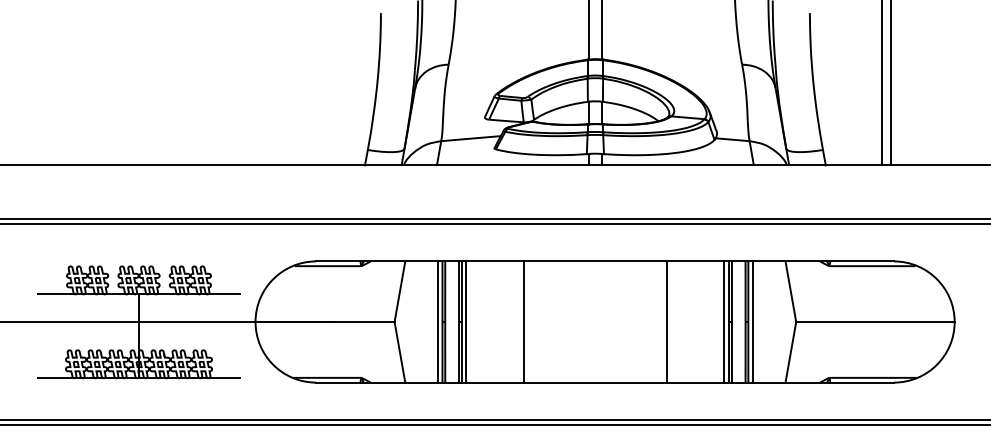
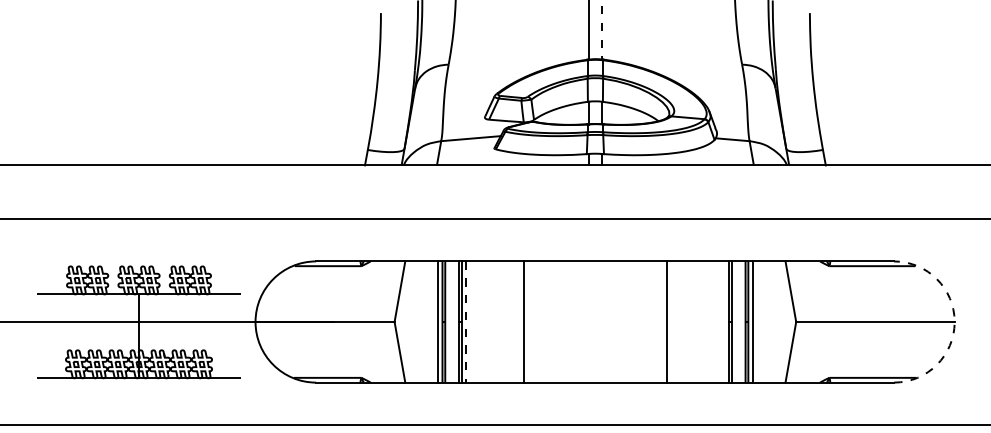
line at (601, 29): solid -> dashed
line at (882, 83): present -> none
line at (891, 83): present -> none
line at (494, 224): present -> none
line at (724, 321): present -> none
line at (466, 322): solid -> dashed
arc at (954, 322): solid -> dashed
line at (494, 419): present -> none
